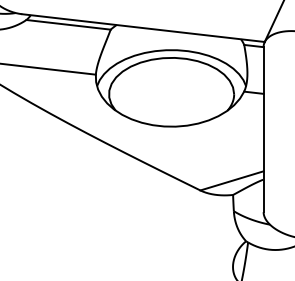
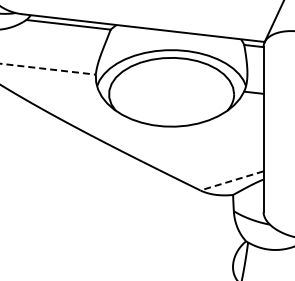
line at (48, 69): solid -> dashed
line at (231, 181): solid -> dashed
